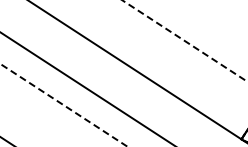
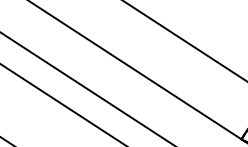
line at (185, 41): dashed -> solid
line at (63, 105): dashed -> solid
